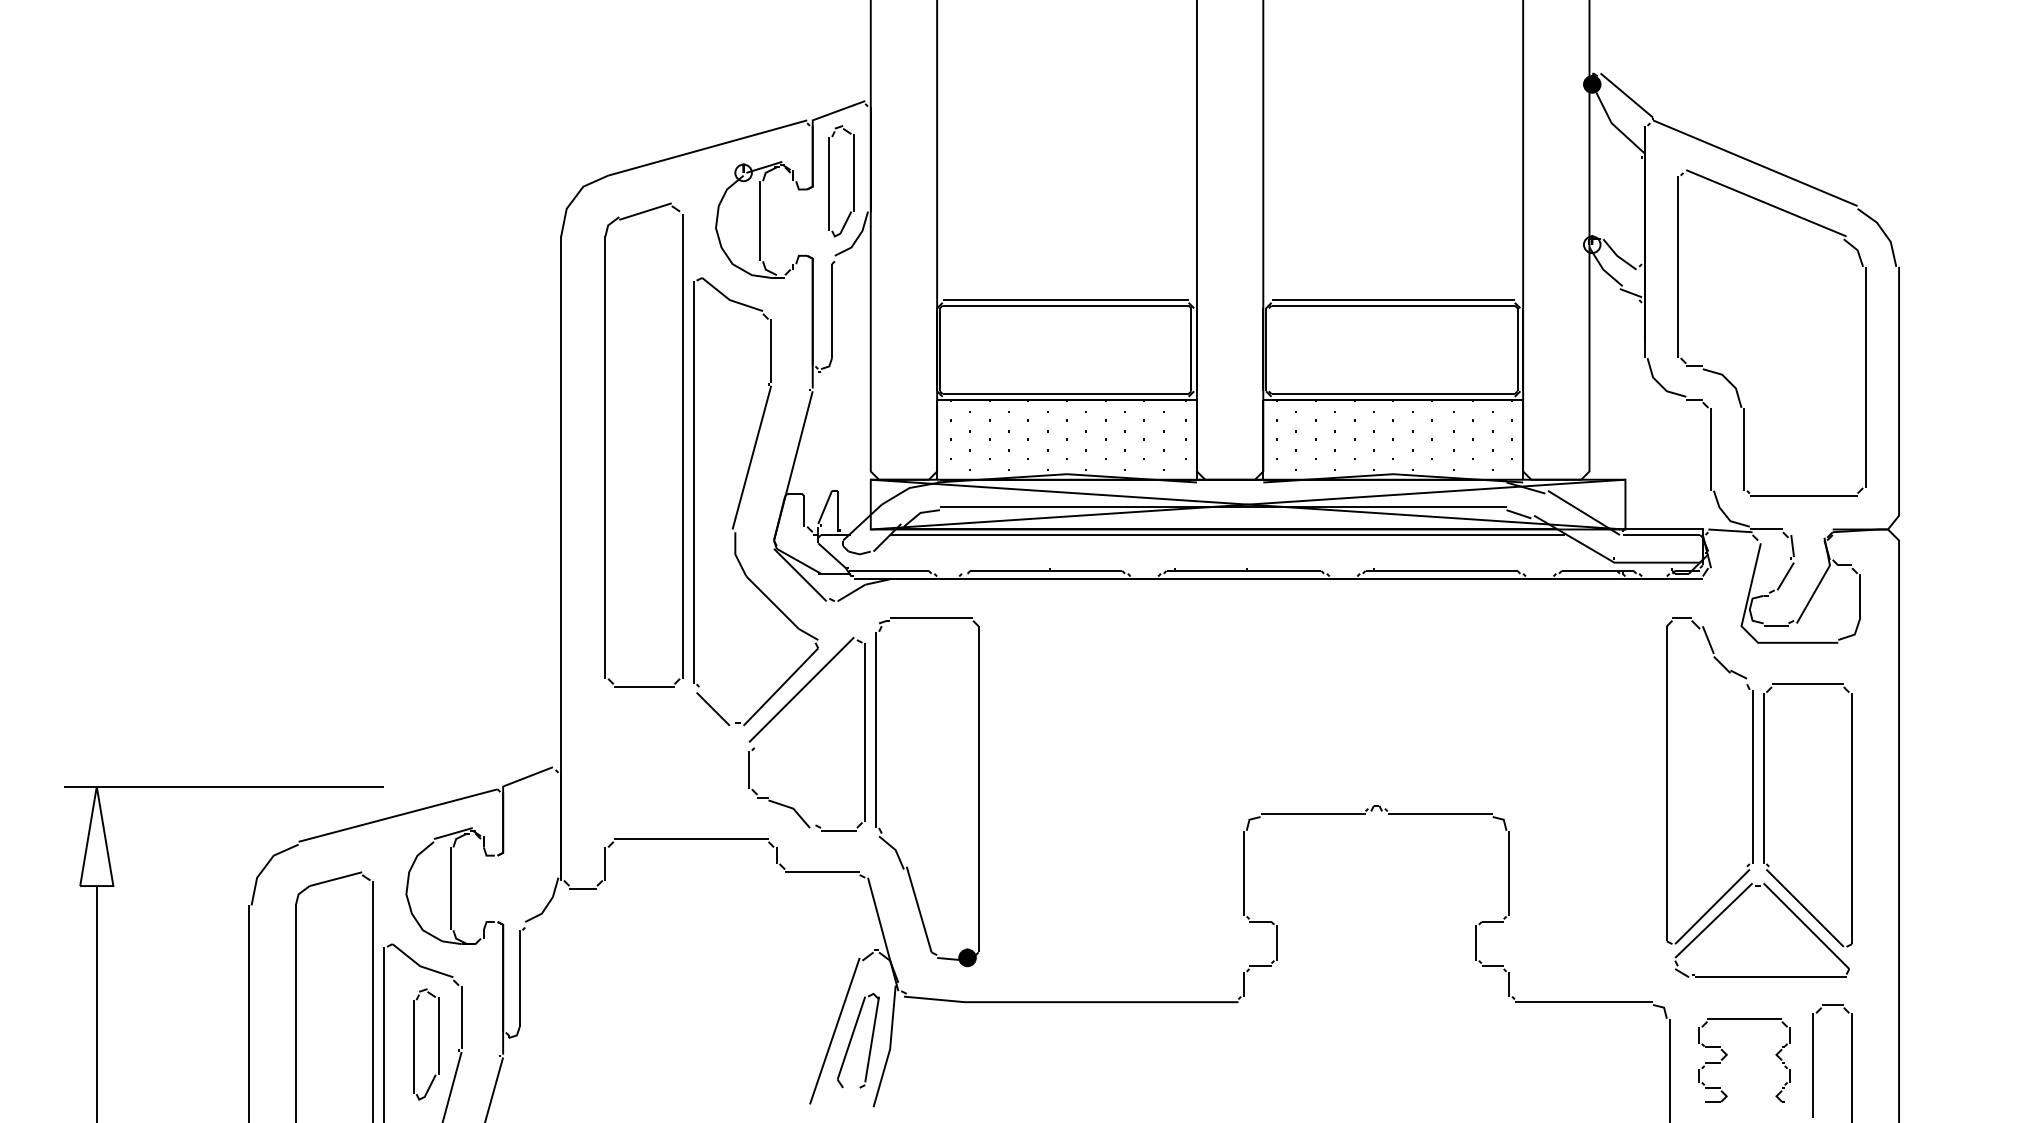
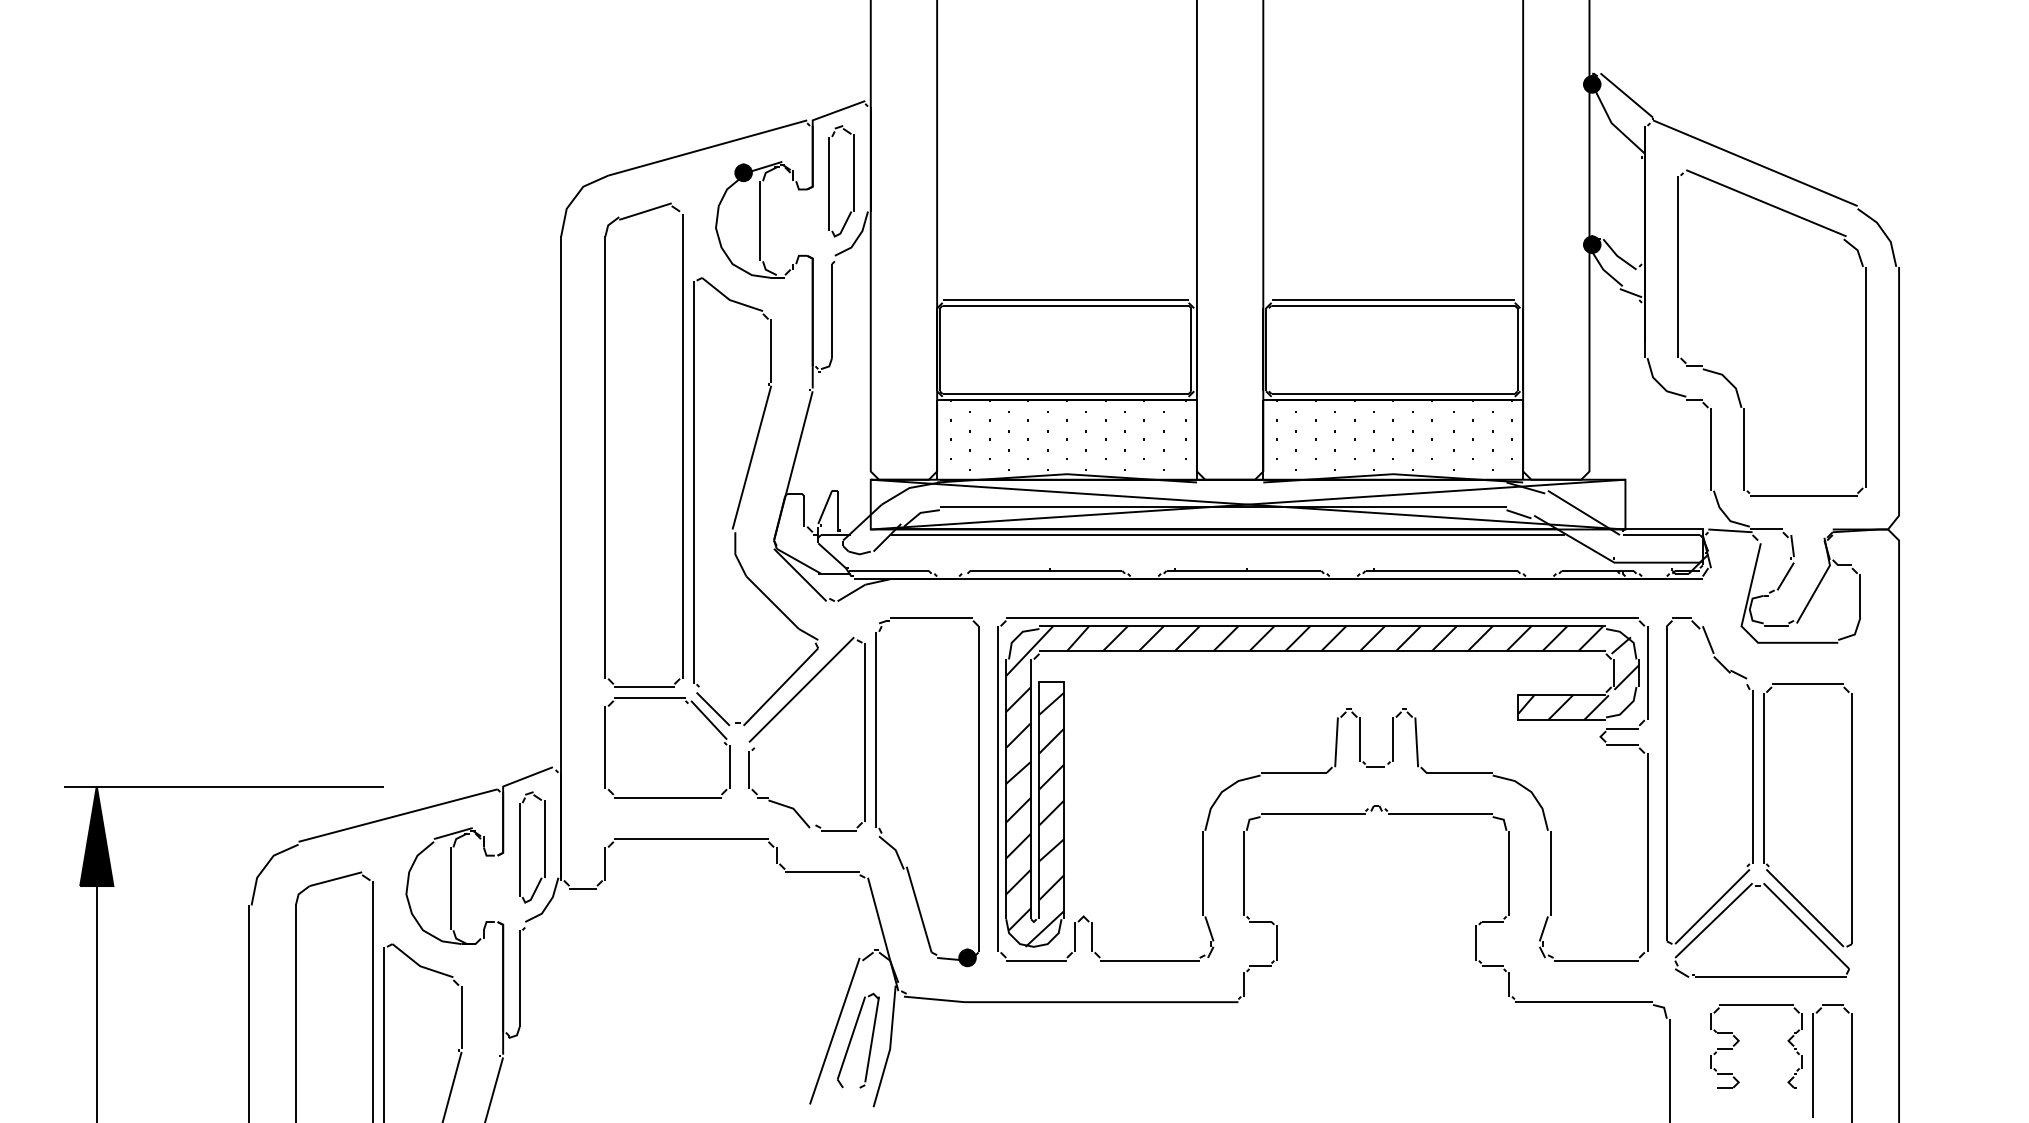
fill at (743, 172): none -> present
fill at (1591, 244): none -> present
part at (686, 703): none -> present
part at (1322, 773): none -> present
fill at (96, 836): none -> present
part at (414, 1044) position: (414, 1044) -> (520, 847)
part at (1727, 1055) position: (1727, 1055) -> (1739, 1041)
